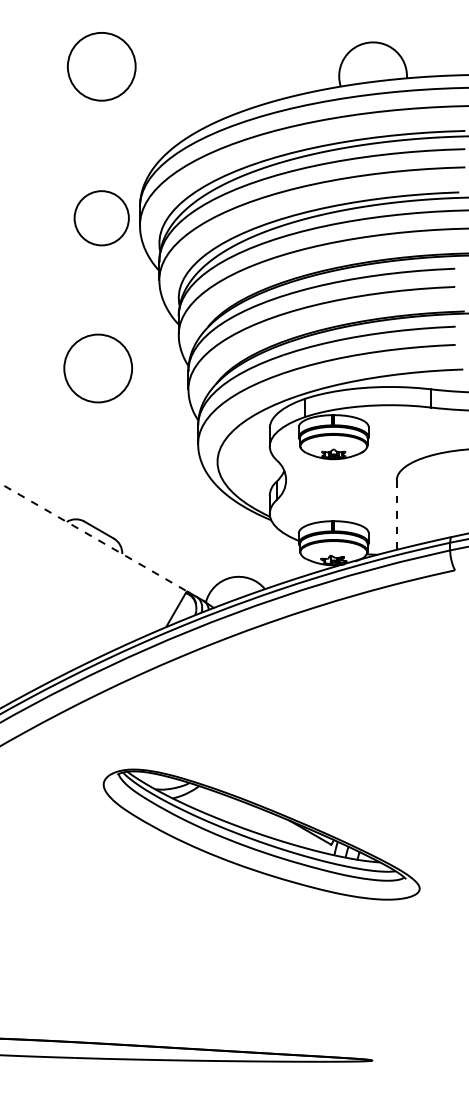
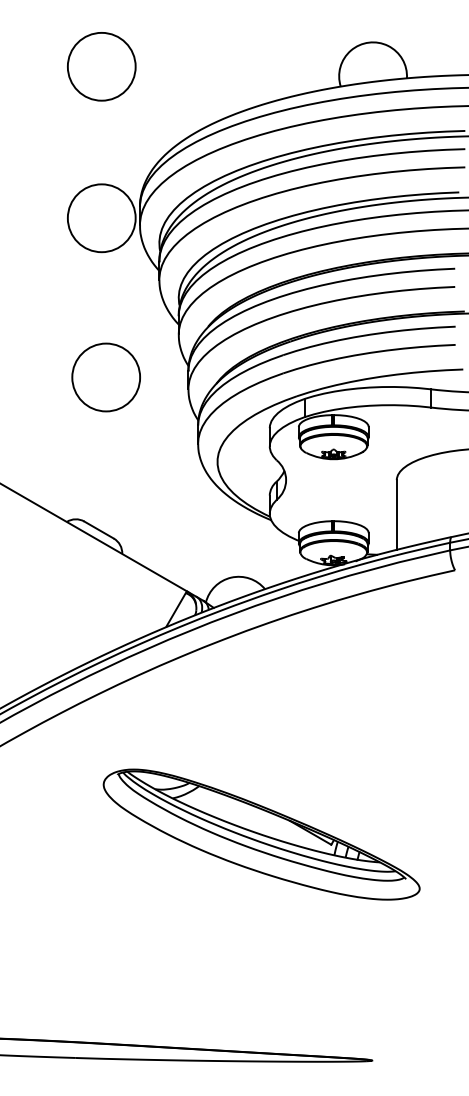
circle at (101, 218) diameter: 54 px -> 68 px
circle at (97, 368) position: (97, 368) -> (105, 377)
line at (396, 515): dashed -> solid
line at (93, 537): dashed -> solid
